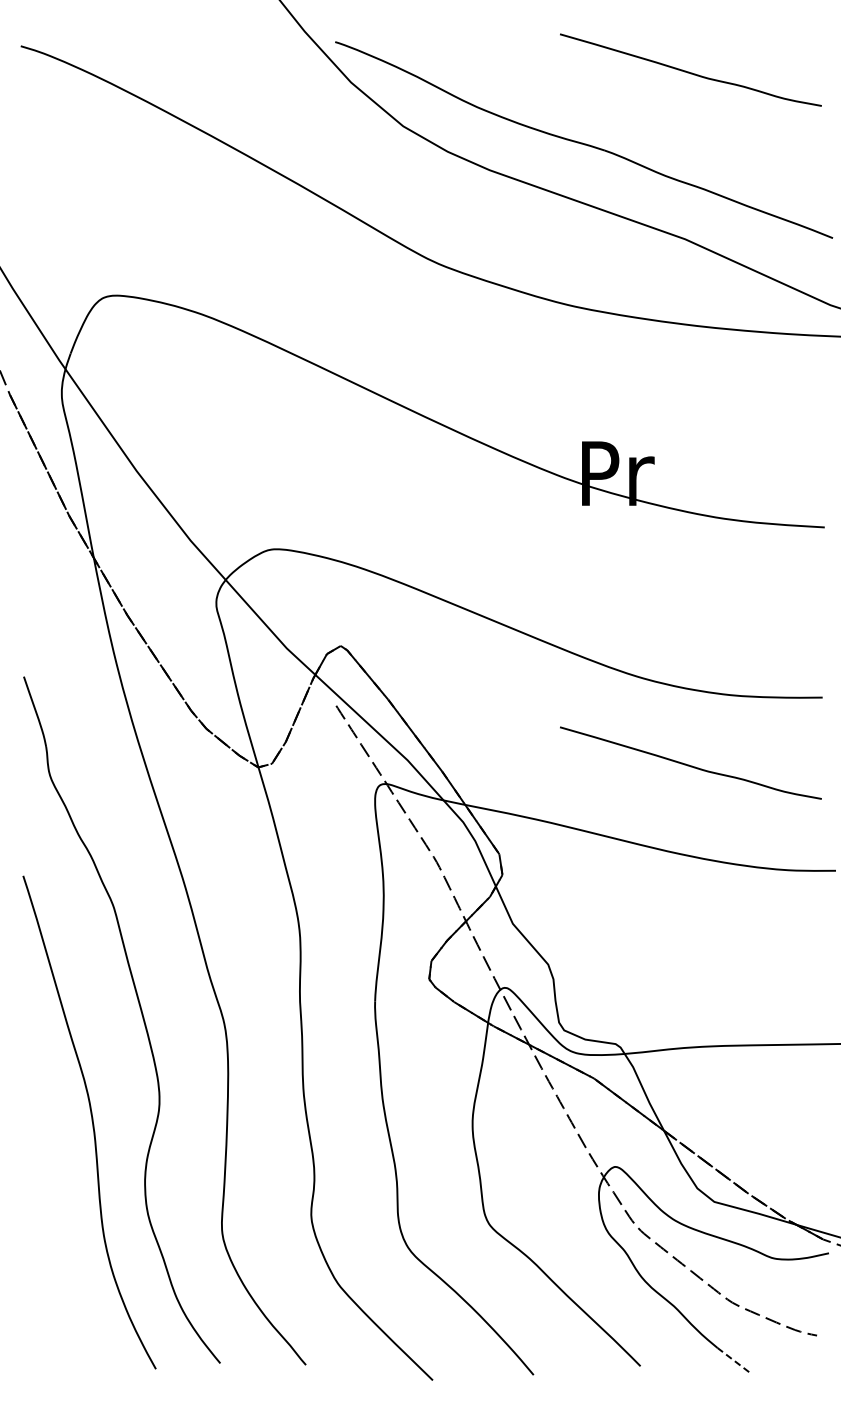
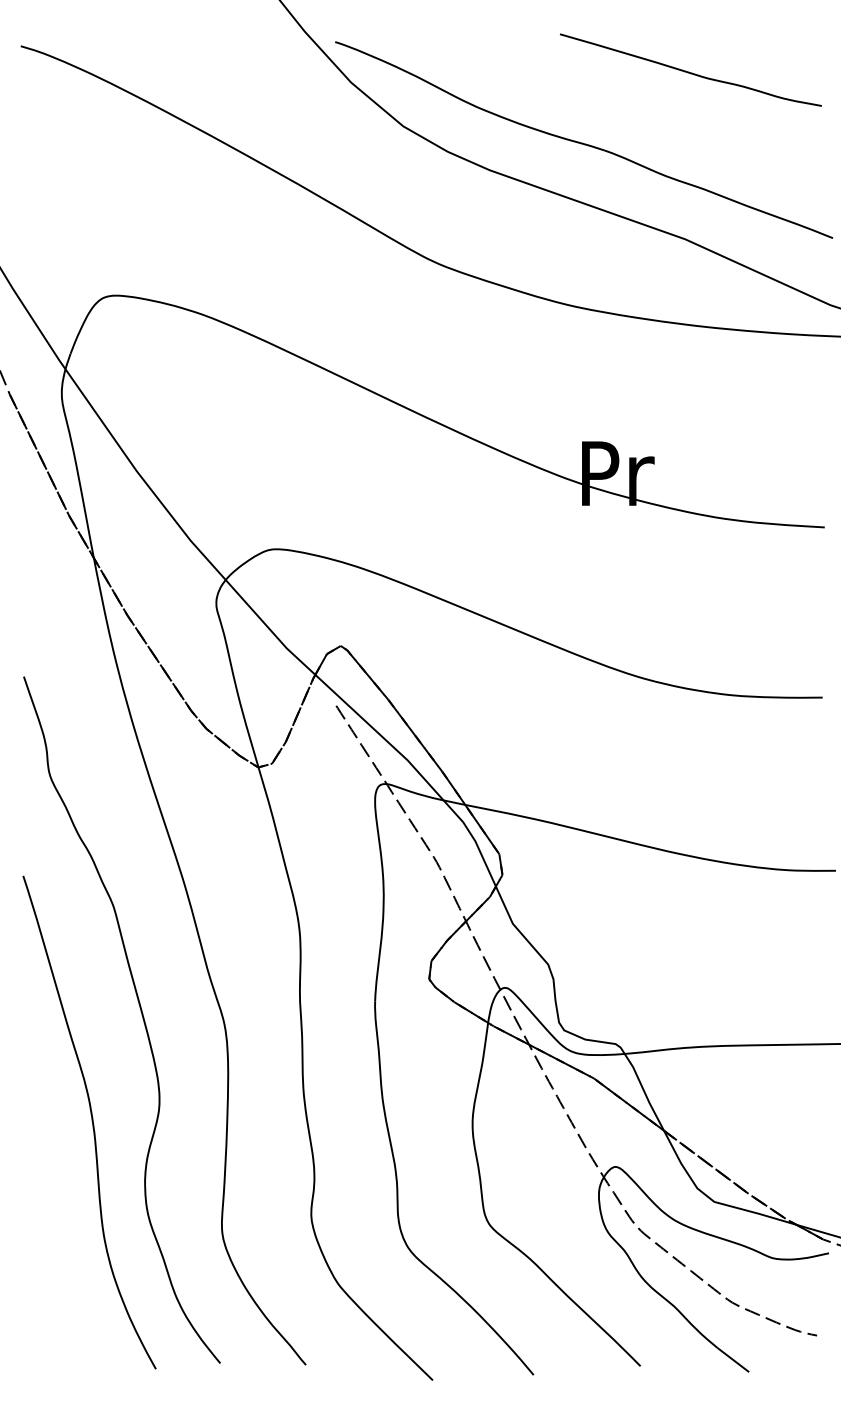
curve at (689, 764): present -> none
line at (733, 1360): dashed -> solid
